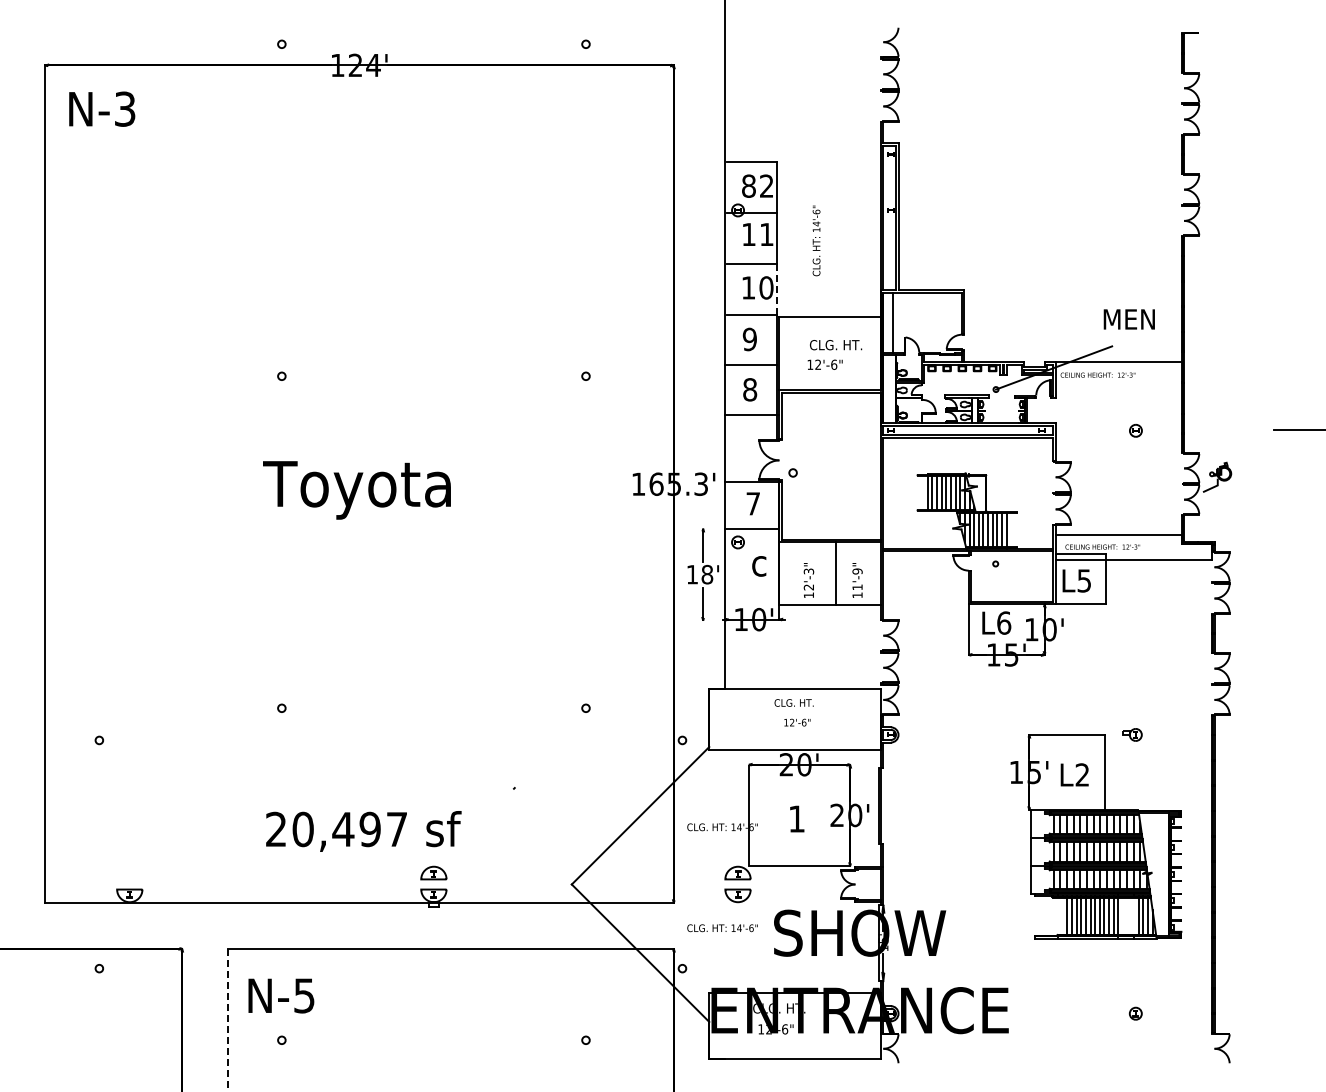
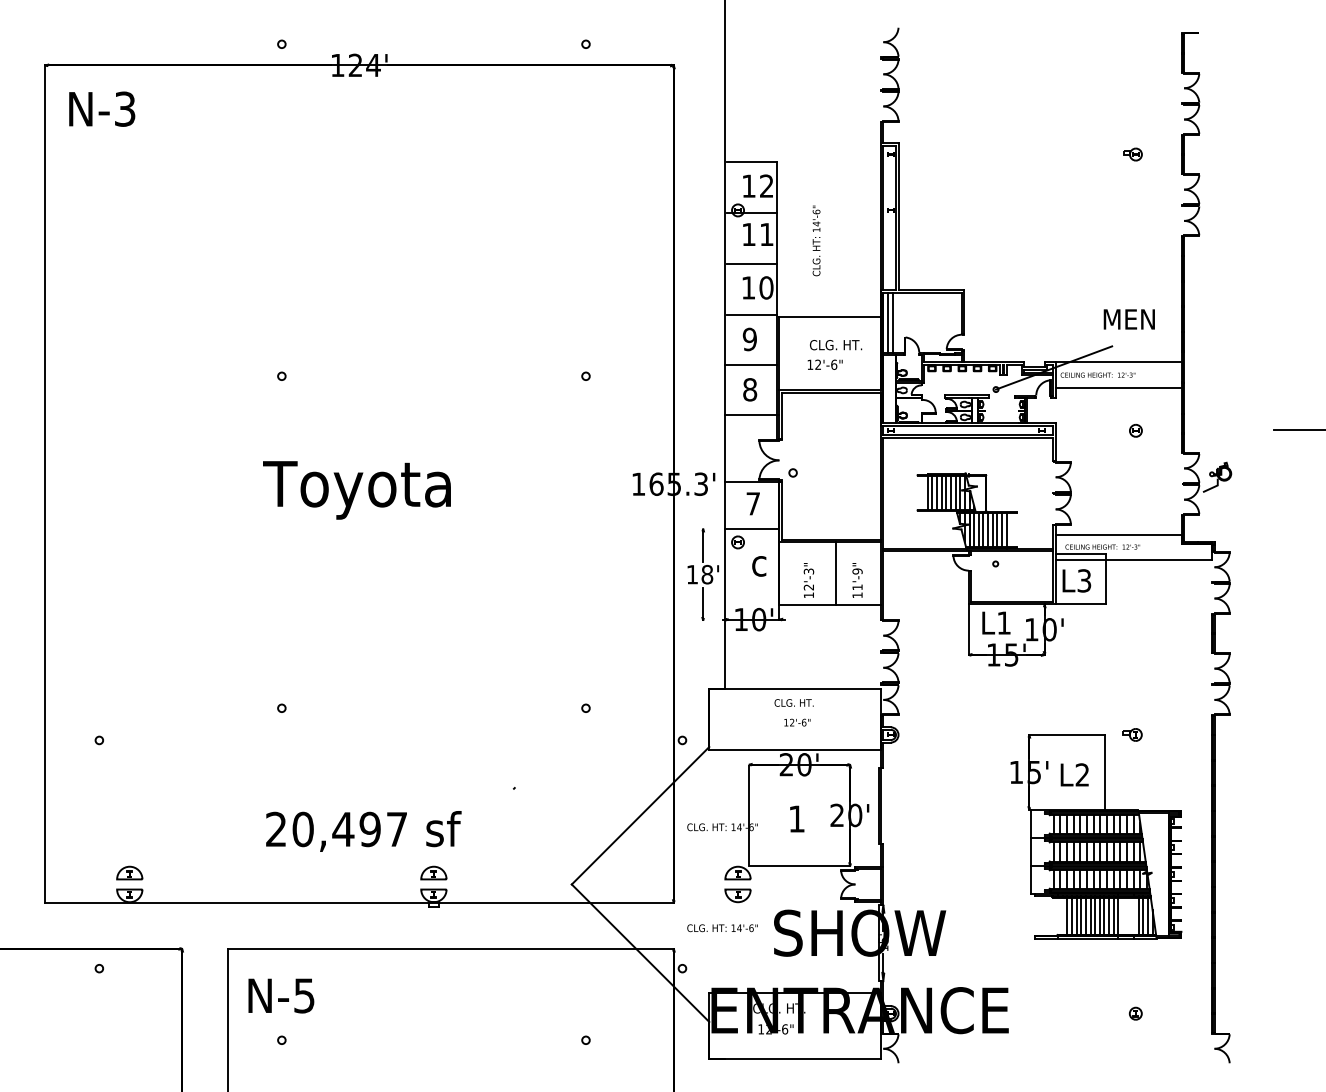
part at (1132, 154): none -> present
text at (748, 185): 82 -> 12
line at (777, 288): dashed -> solid
line at (888, 322): none -> present
line at (1118, 387): none -> present
text at (1084, 580): L5 -> L3
text at (1004, 622): L6 -> L1
part at (129, 872): none -> present
line at (227, 1020): dashed -> solid
